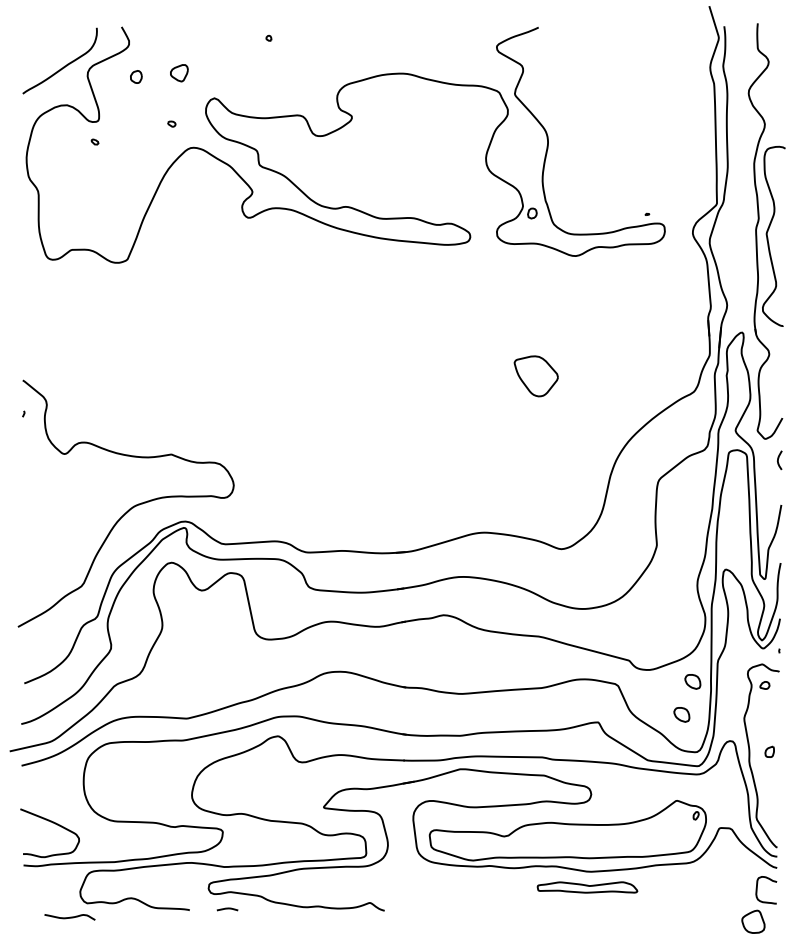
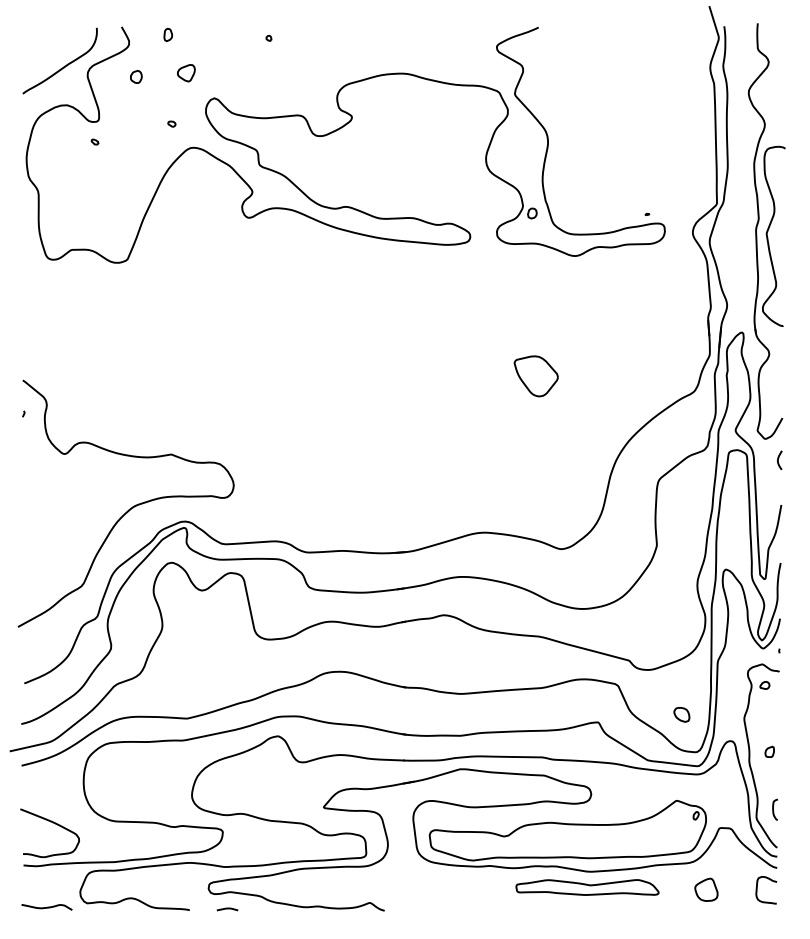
part at (168, 35): none -> present
part at (179, 73) position: (179, 73) -> (186, 73)
part at (692, 681): present -> none
curve at (773, 809): none -> present
part at (587, 887) size: 103x13 px -> 145x17 px
curve at (69, 917) position: (69, 917) -> (46, 907)
part at (753, 921) position: (753, 921) -> (706, 889)
